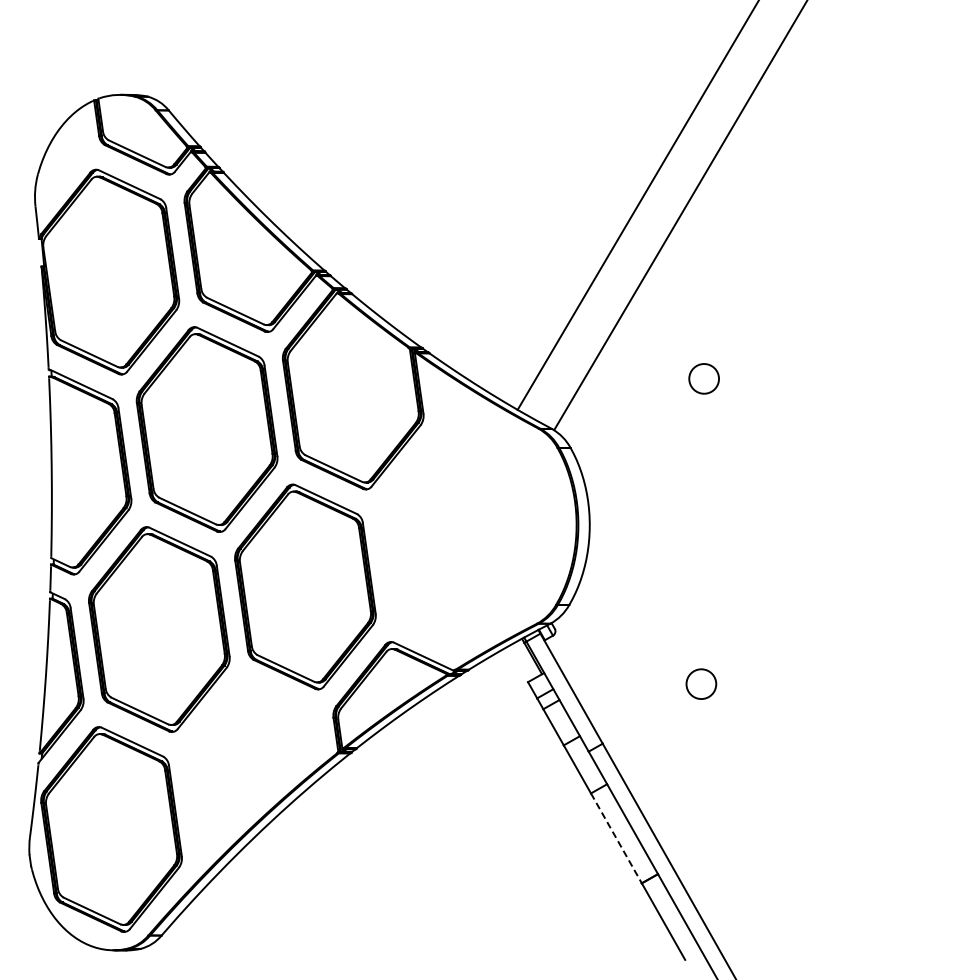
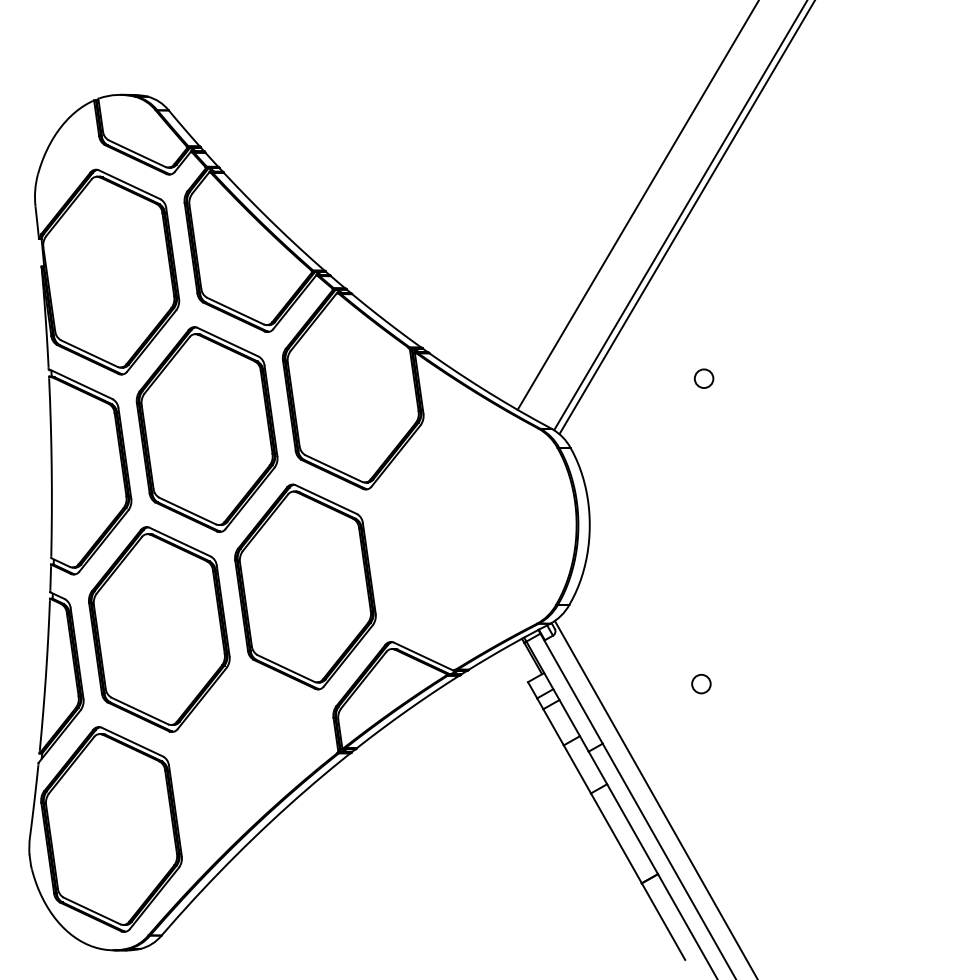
line at (686, 218): none -> present
circle at (703, 378) size: 32x32 px -> 22x21 px
circle at (701, 683) size: 33x32 px -> 21x22 px
line at (654, 798): none -> present
line at (616, 838): dashed -> solid
